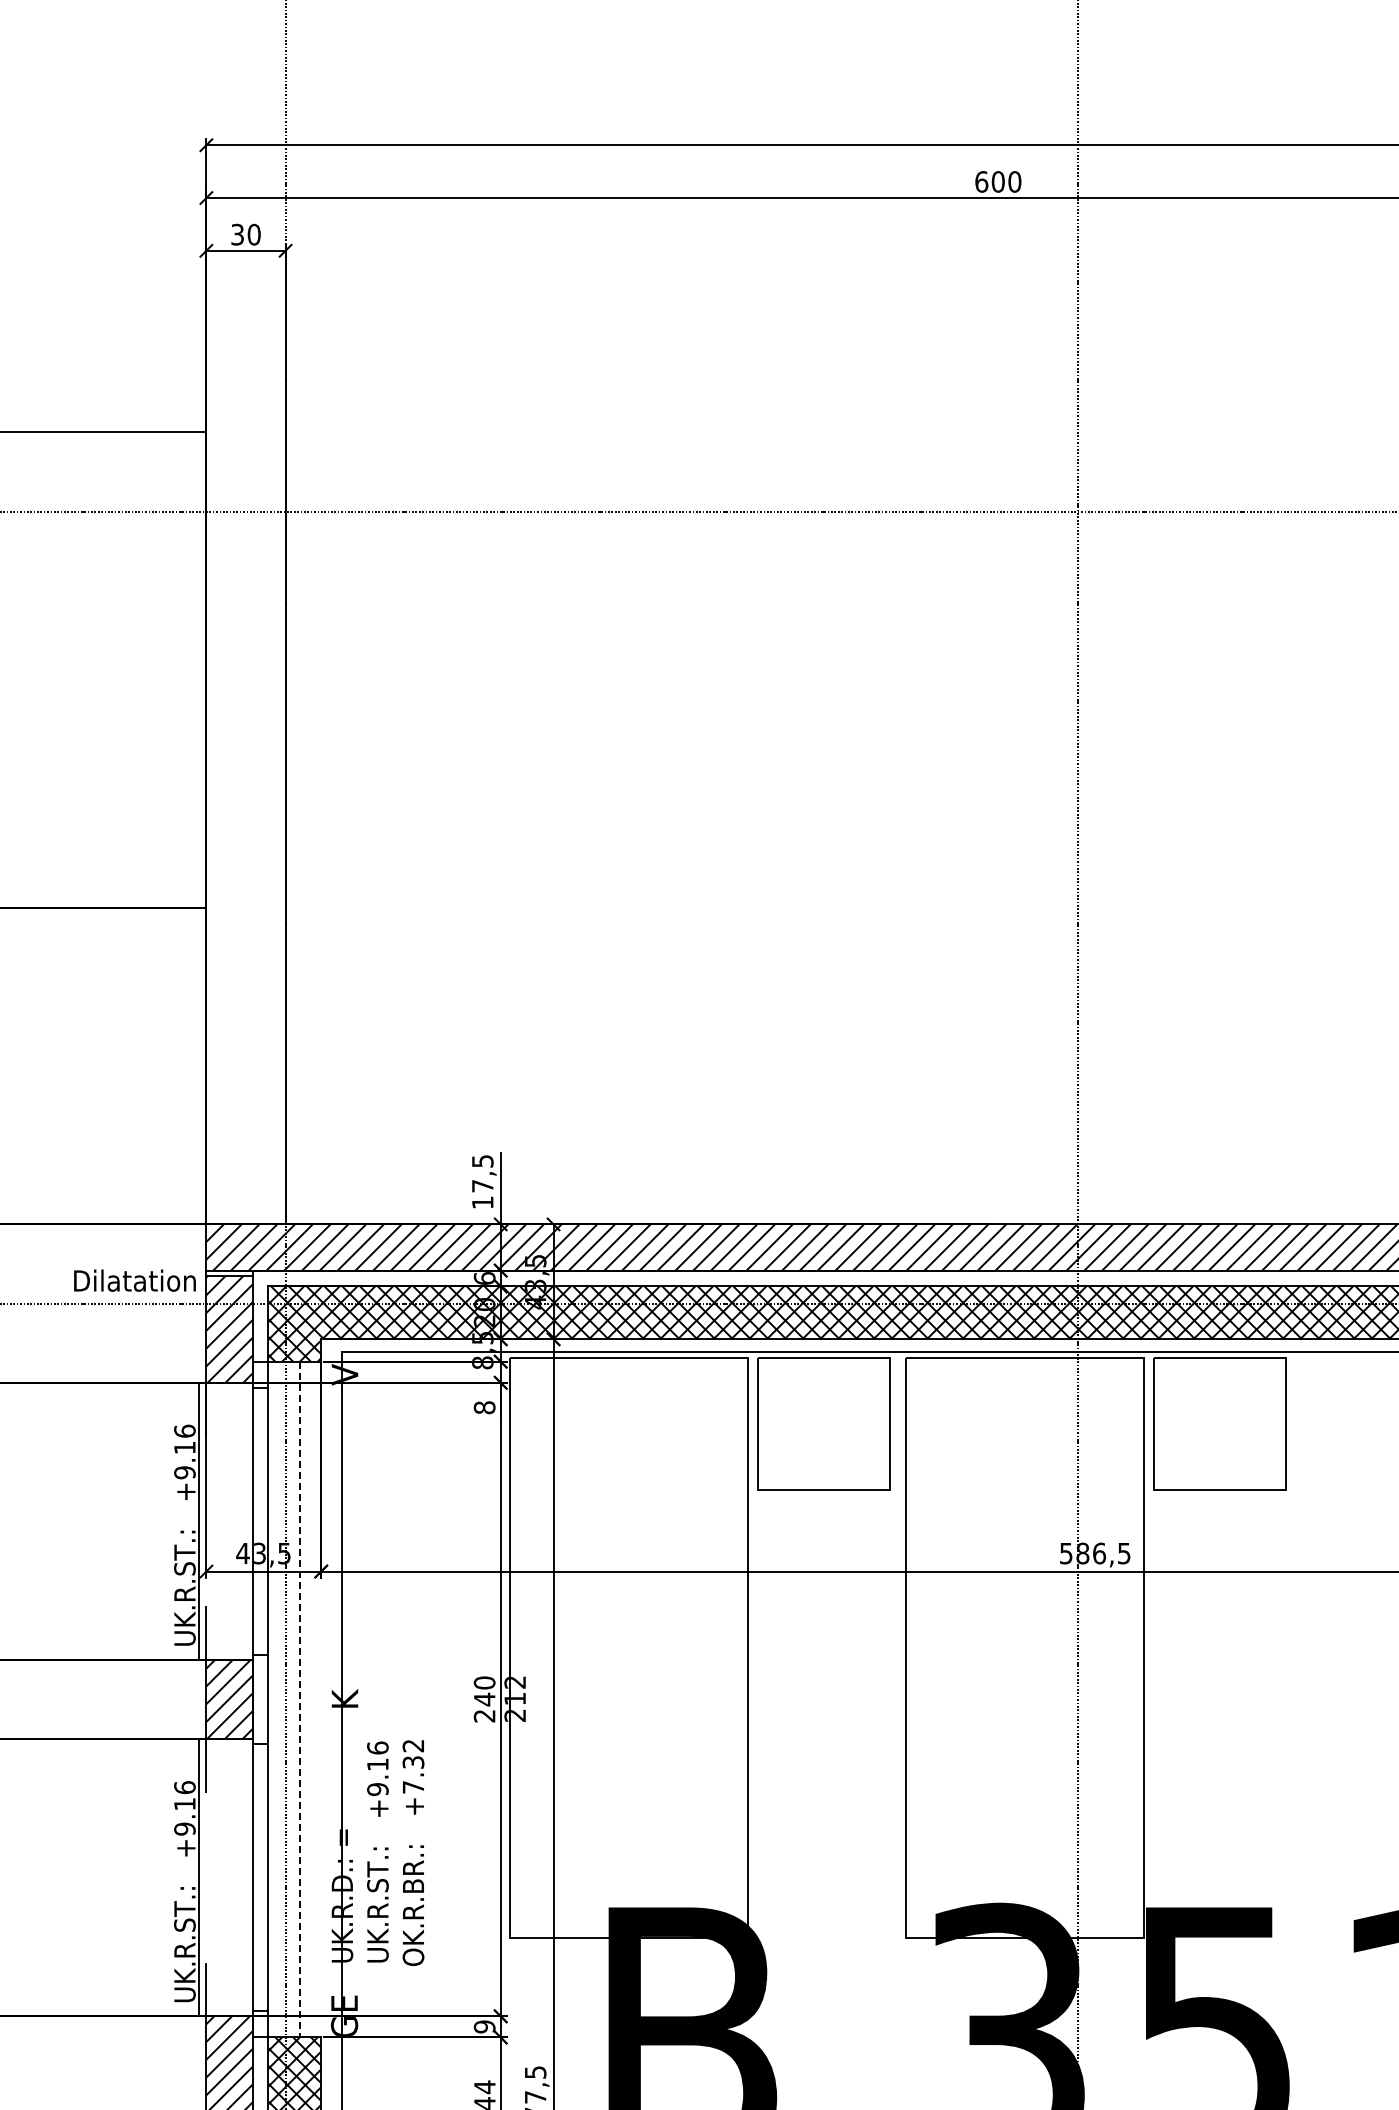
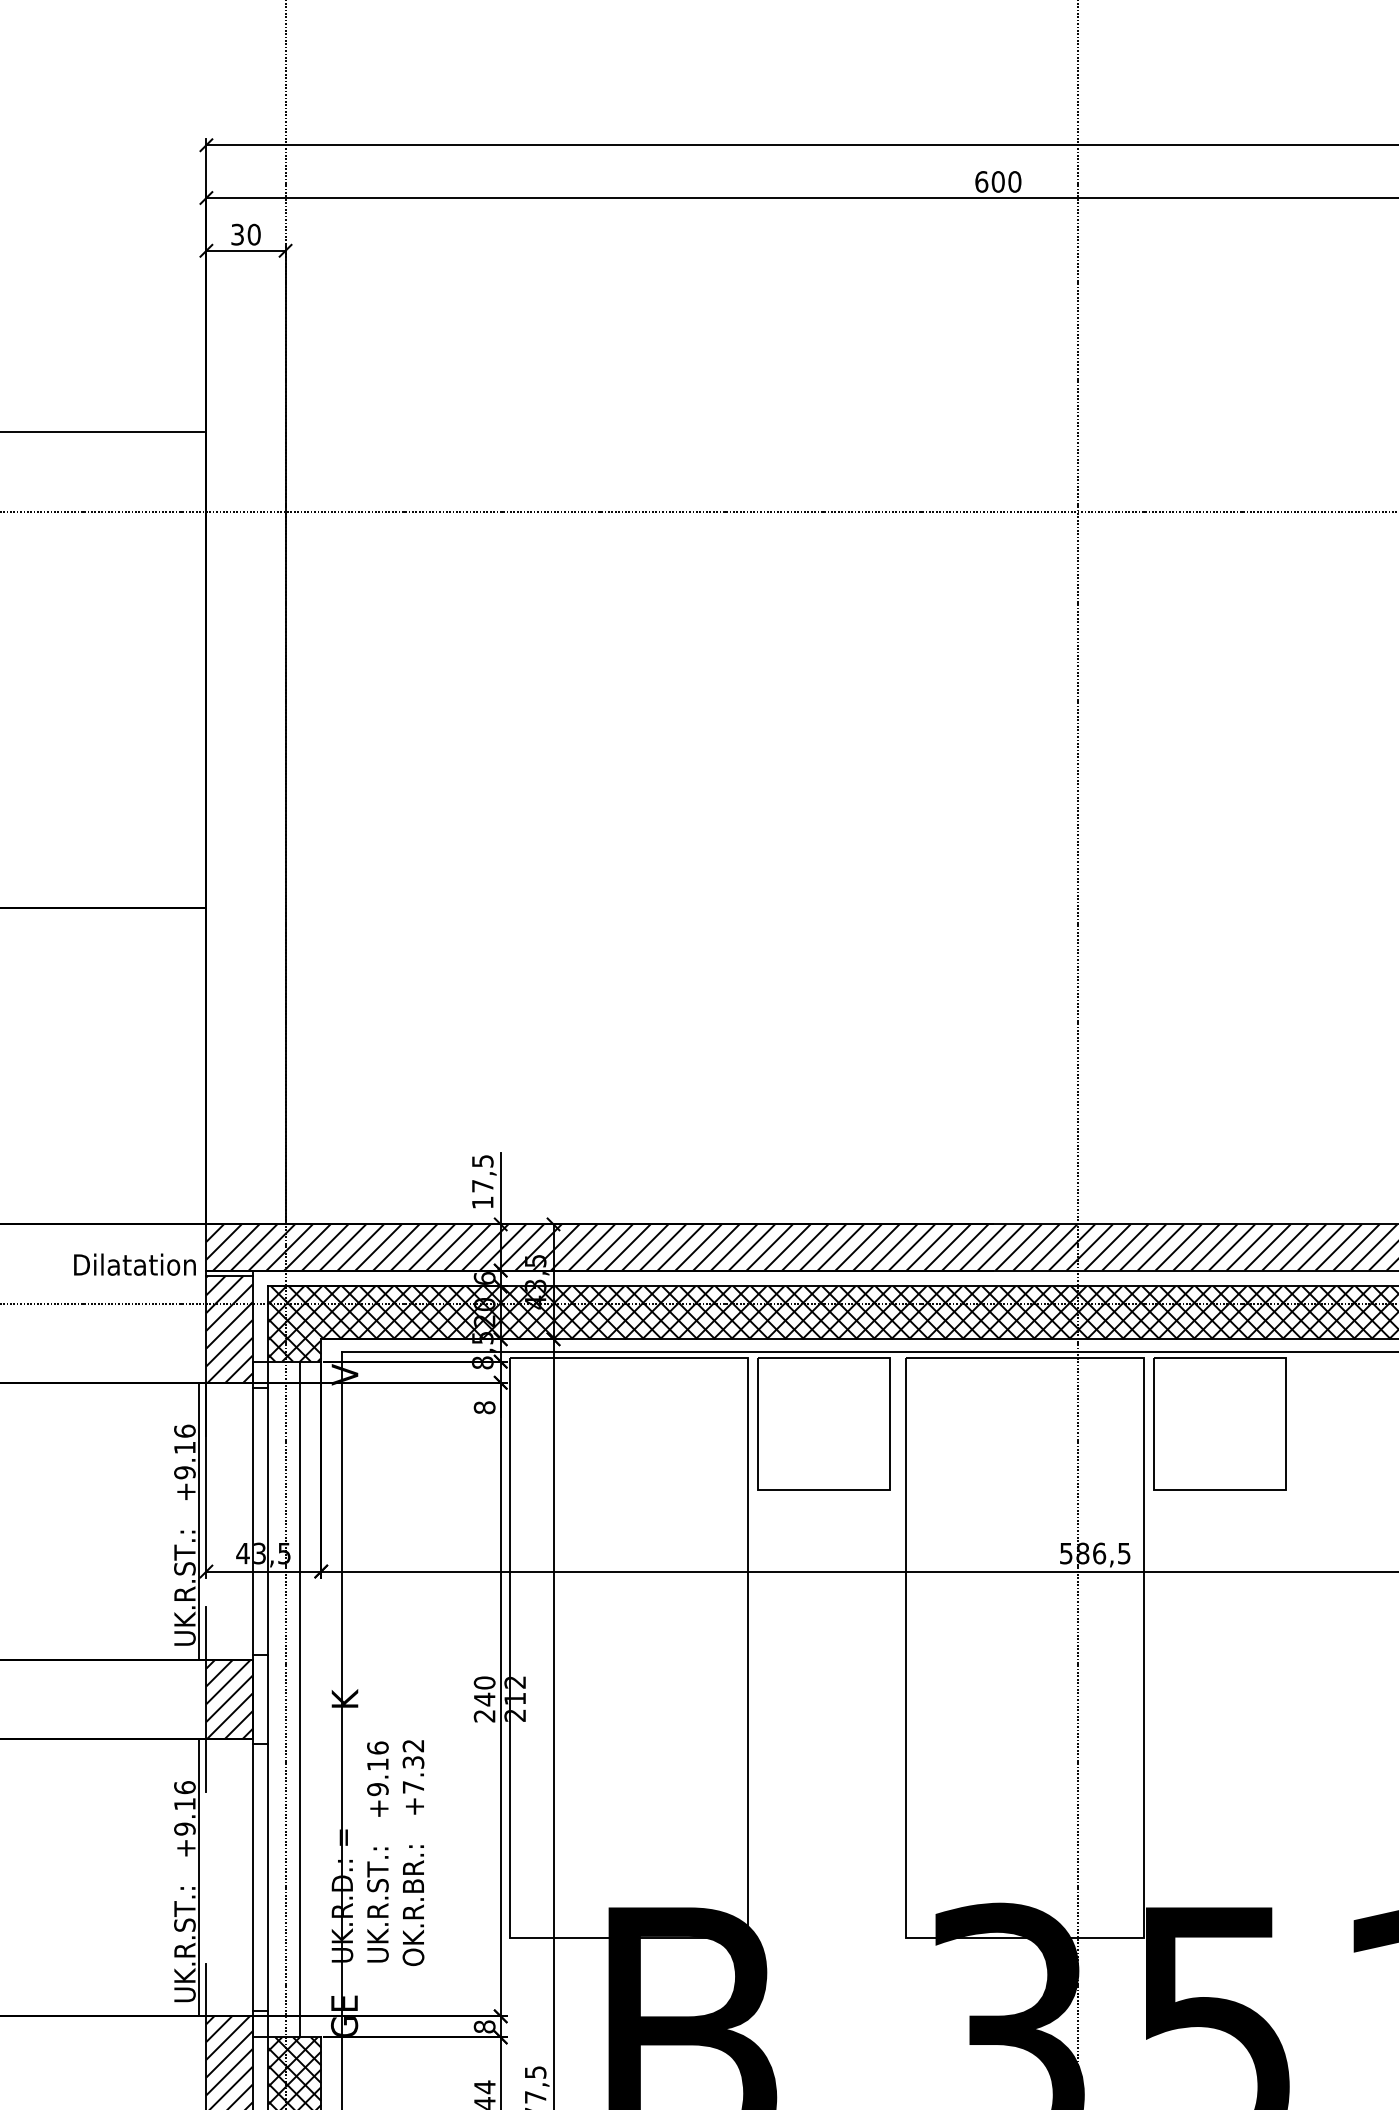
text at (134, 1280) position: (134, 1280) -> (134, 1264)
line at (300, 1699): dashed -> solid
text at (484, 2026): 9 -> 8
